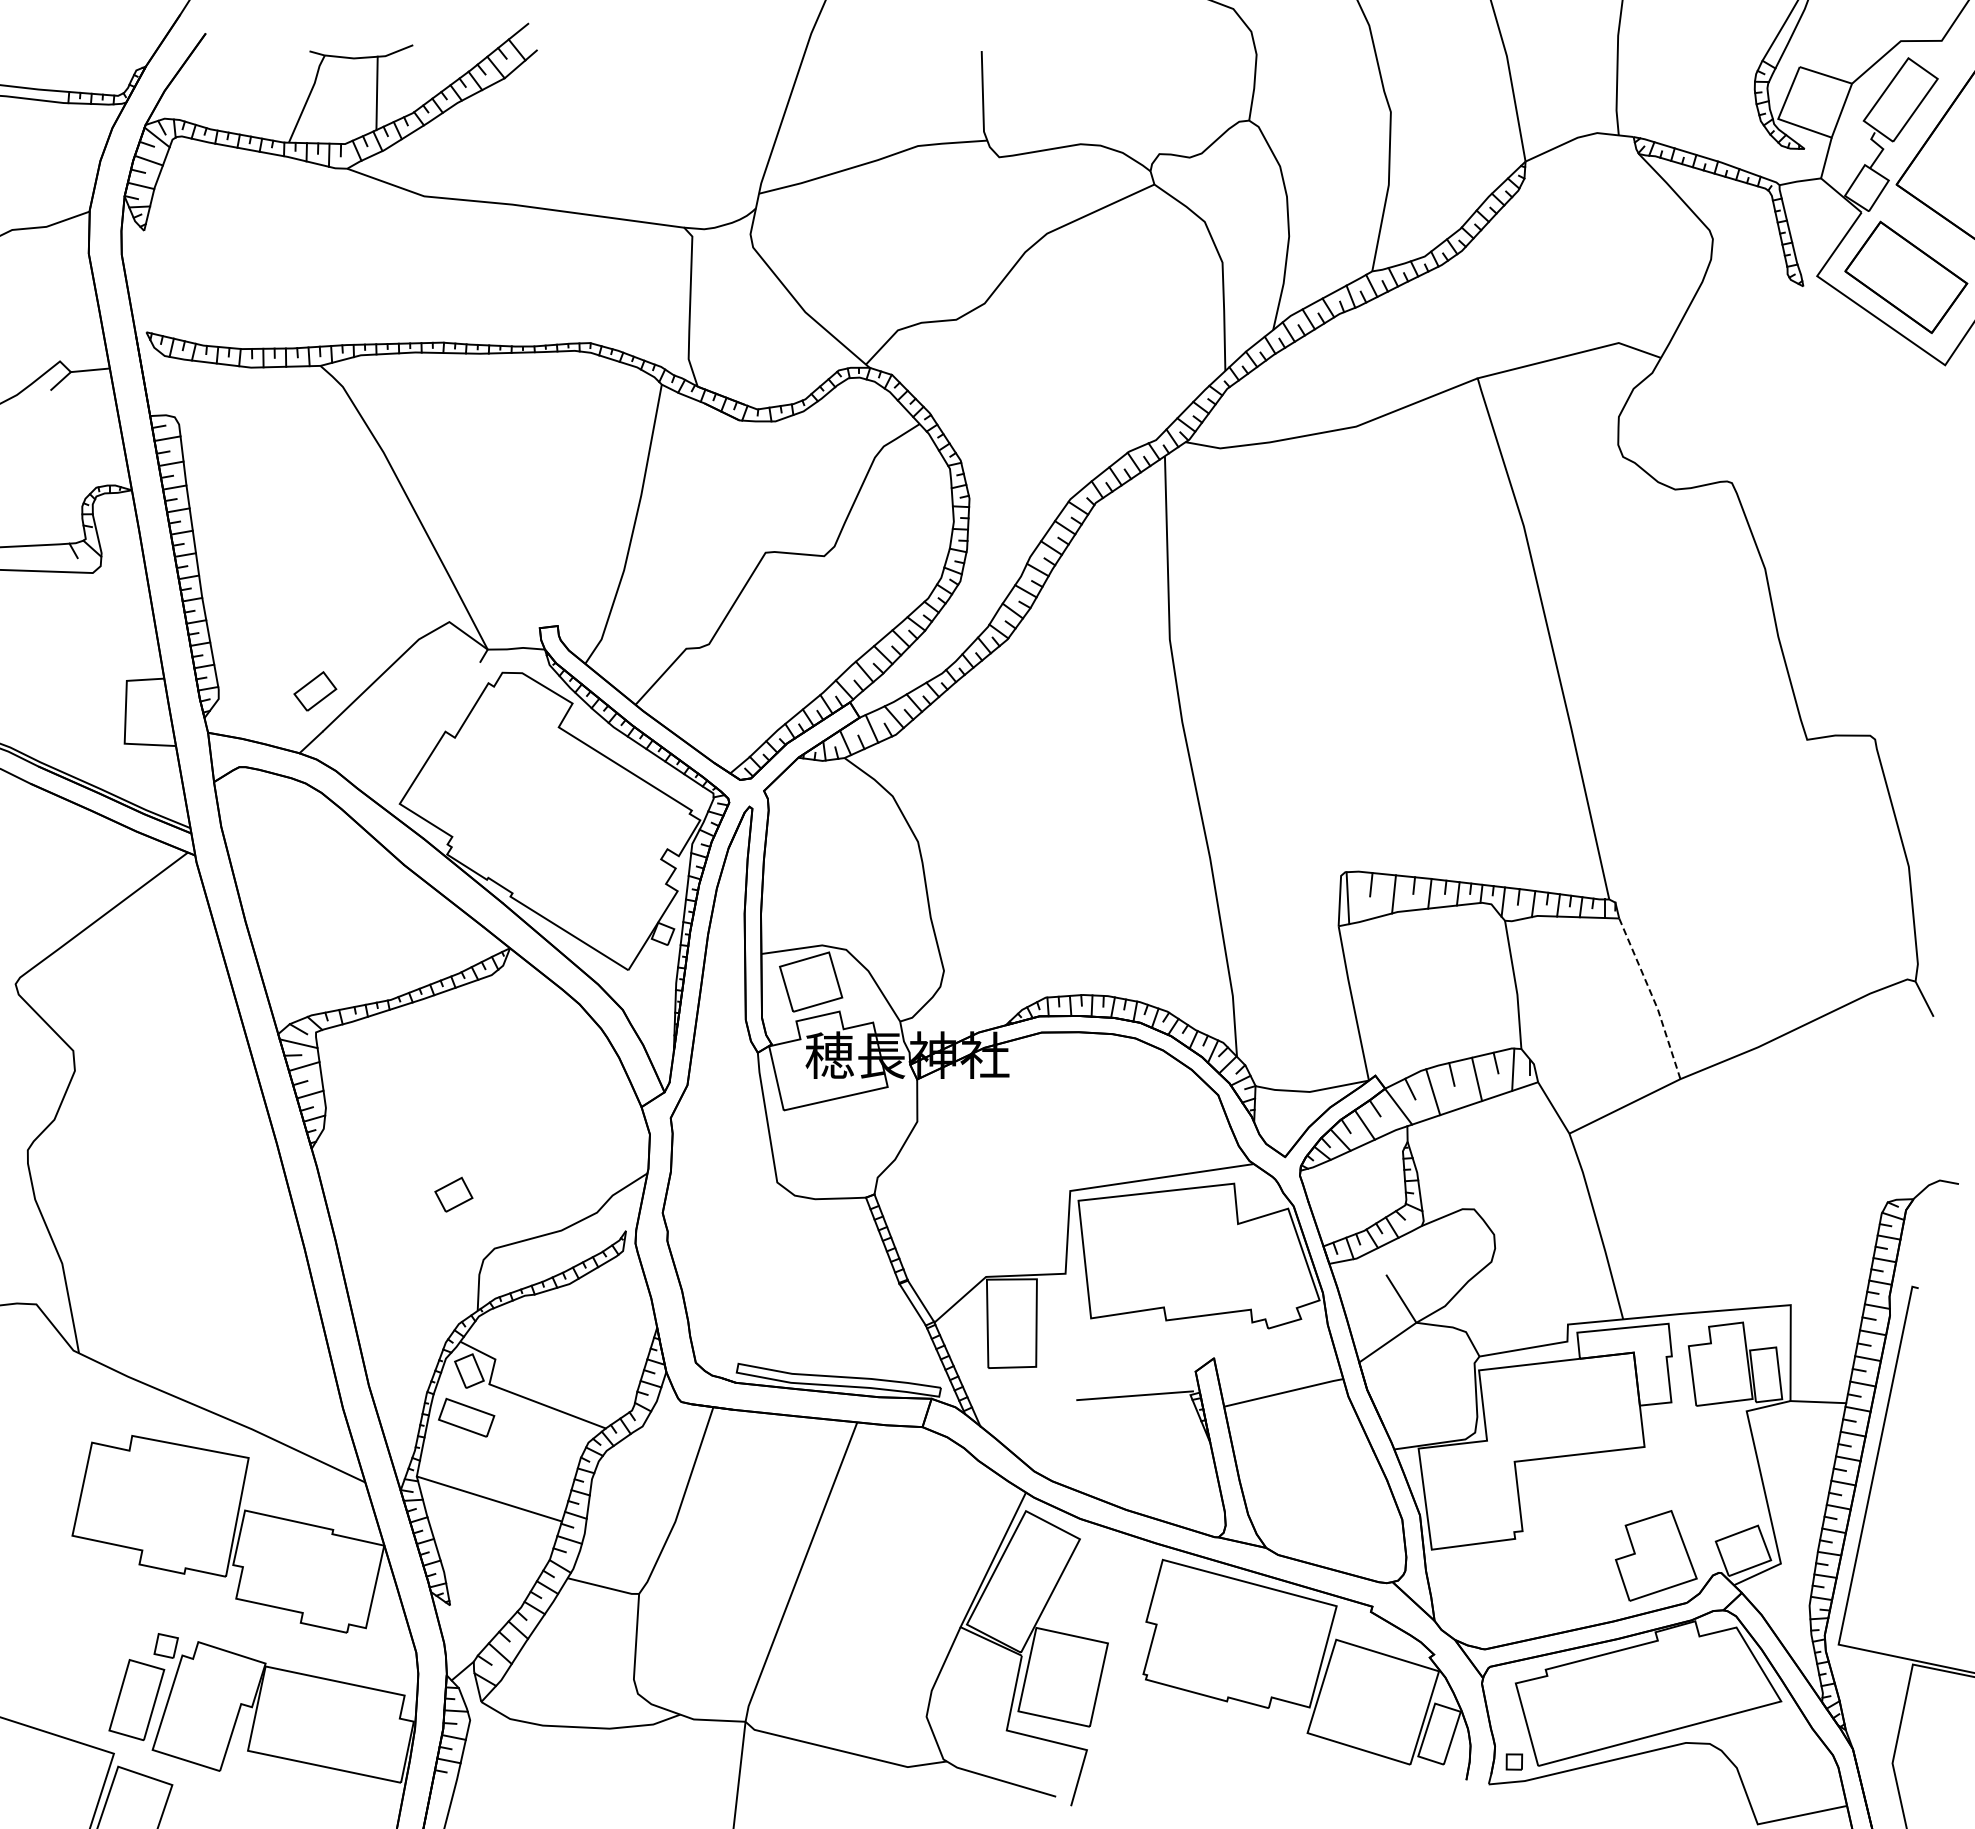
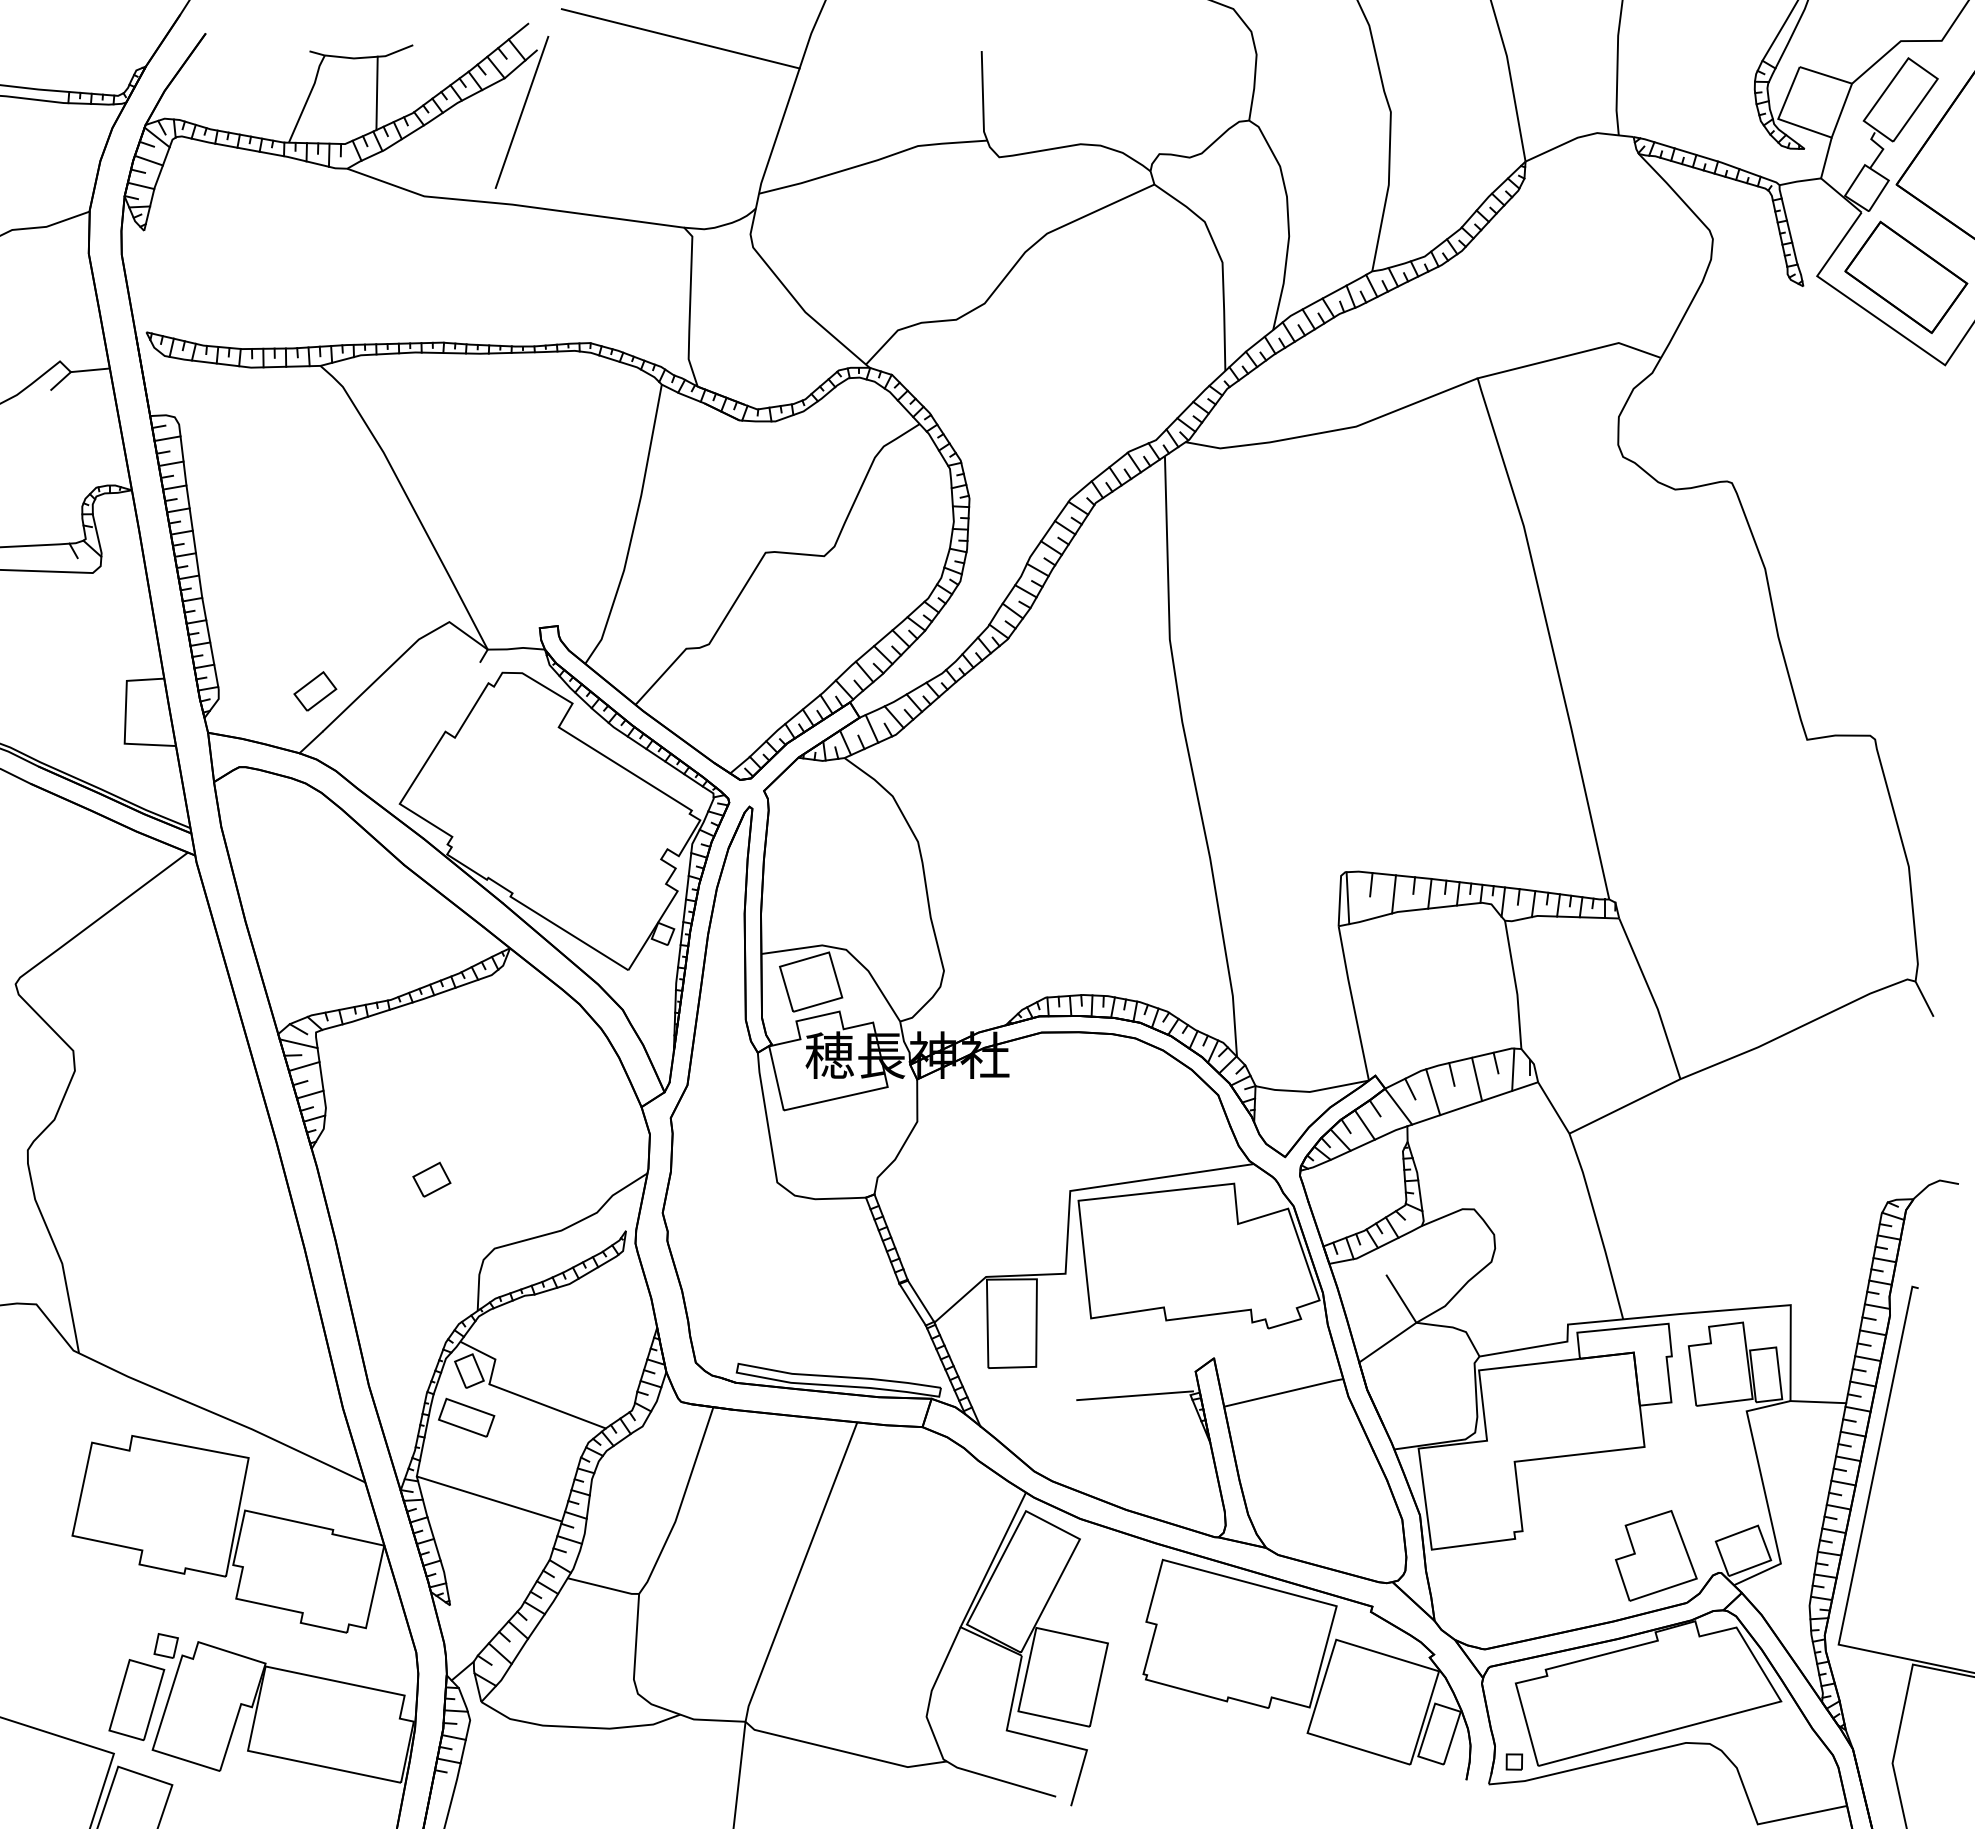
line at (680, 38): none -> present
line at (521, 112): none -> present
line at (1653, 998): dashed -> solid
part at (453, 1194) position: (453, 1194) -> (431, 1179)
